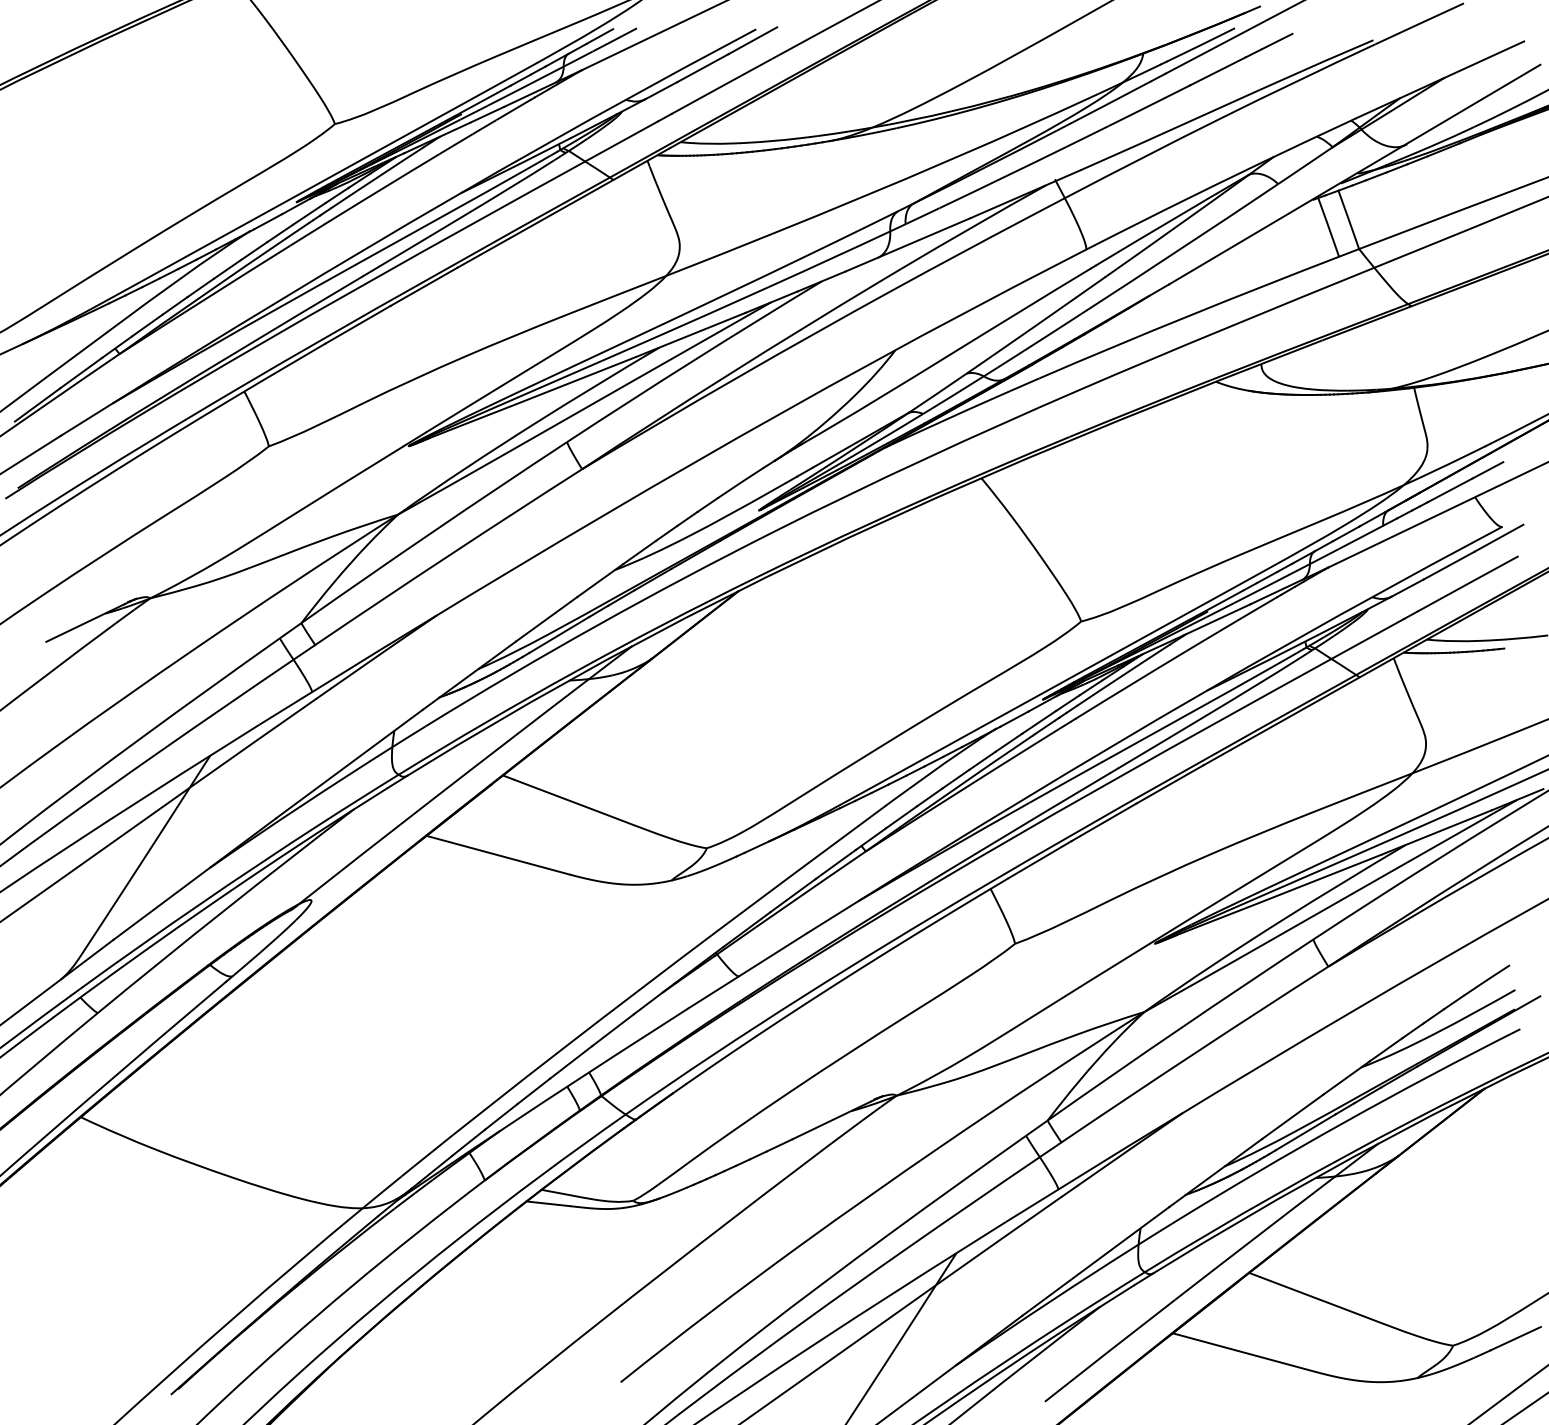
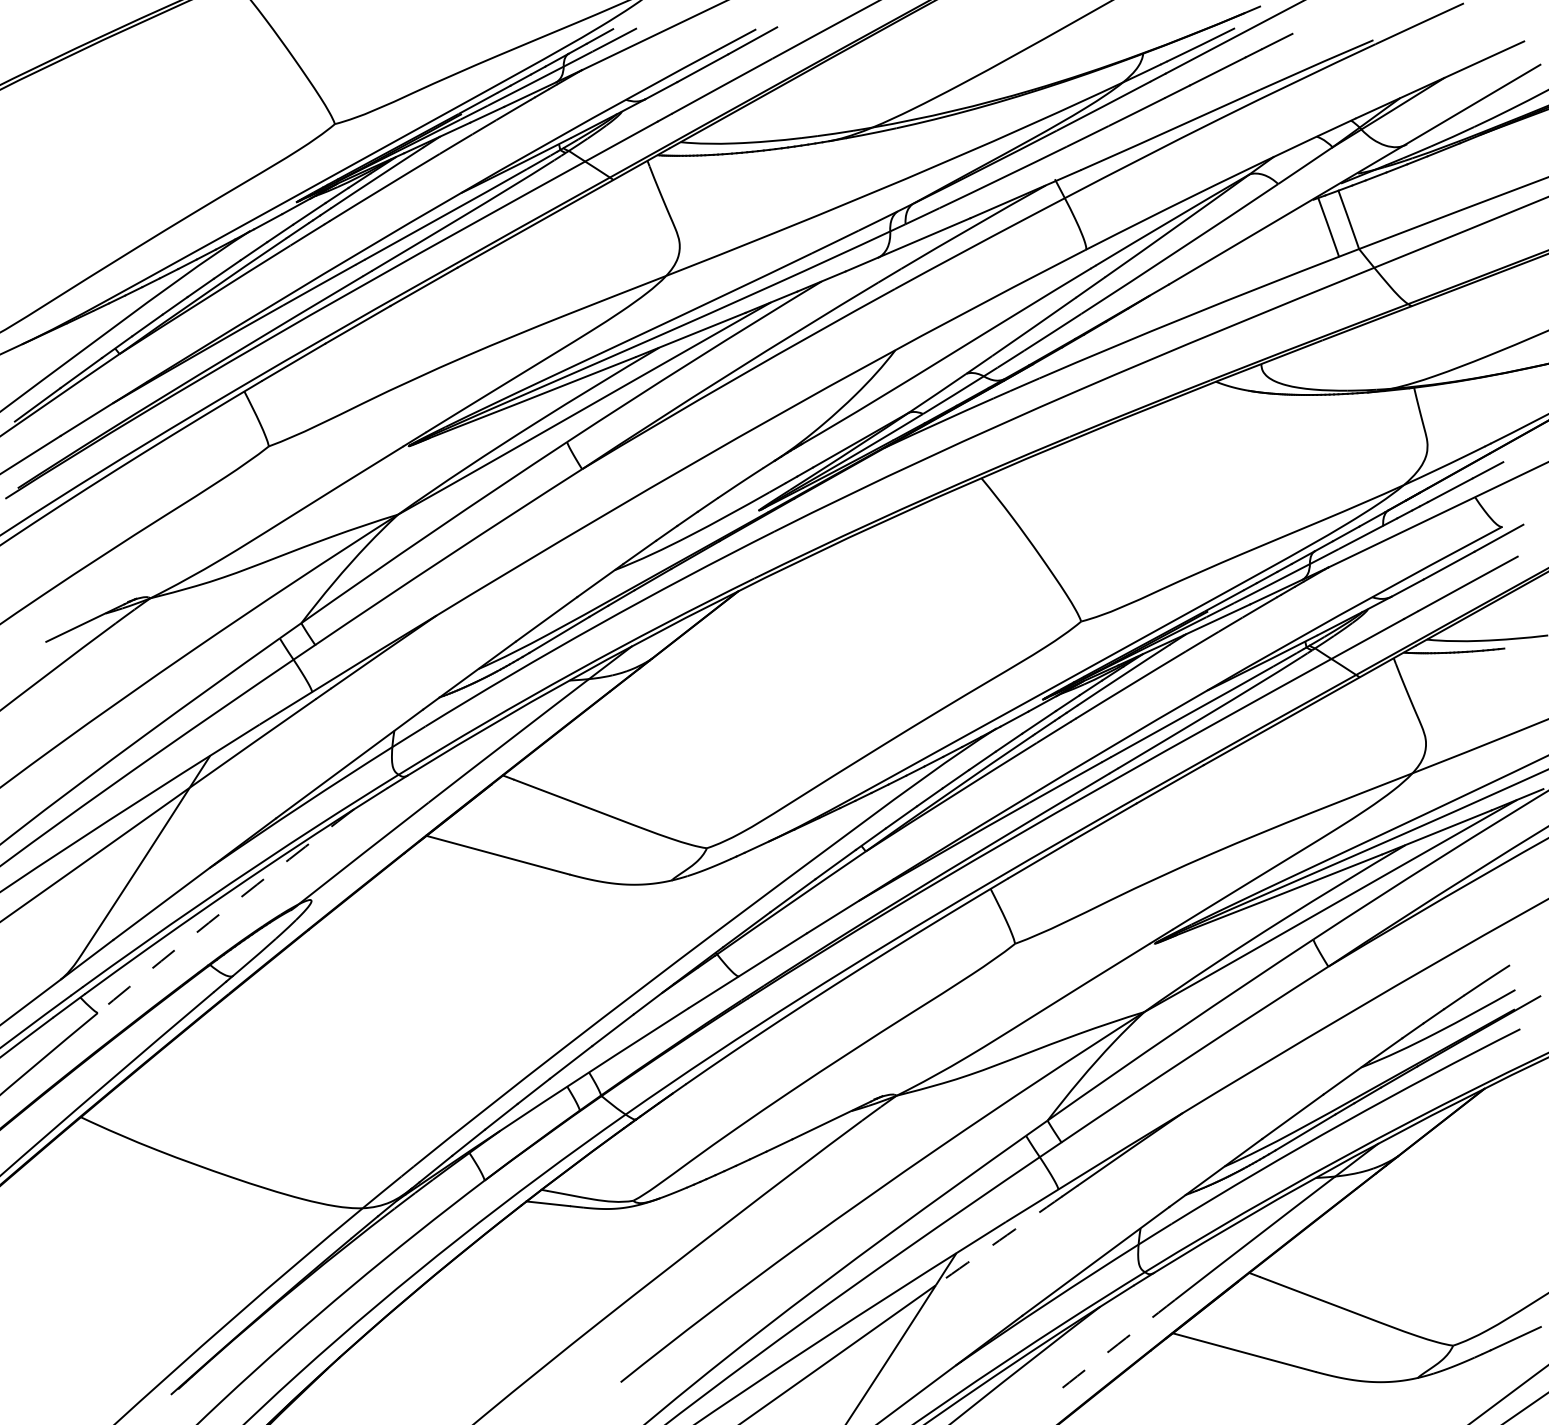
arc at (225, 910): solid -> dashed
arc at (999, 1240): solid -> dashed
arc at (1109, 1350): solid -> dashed
